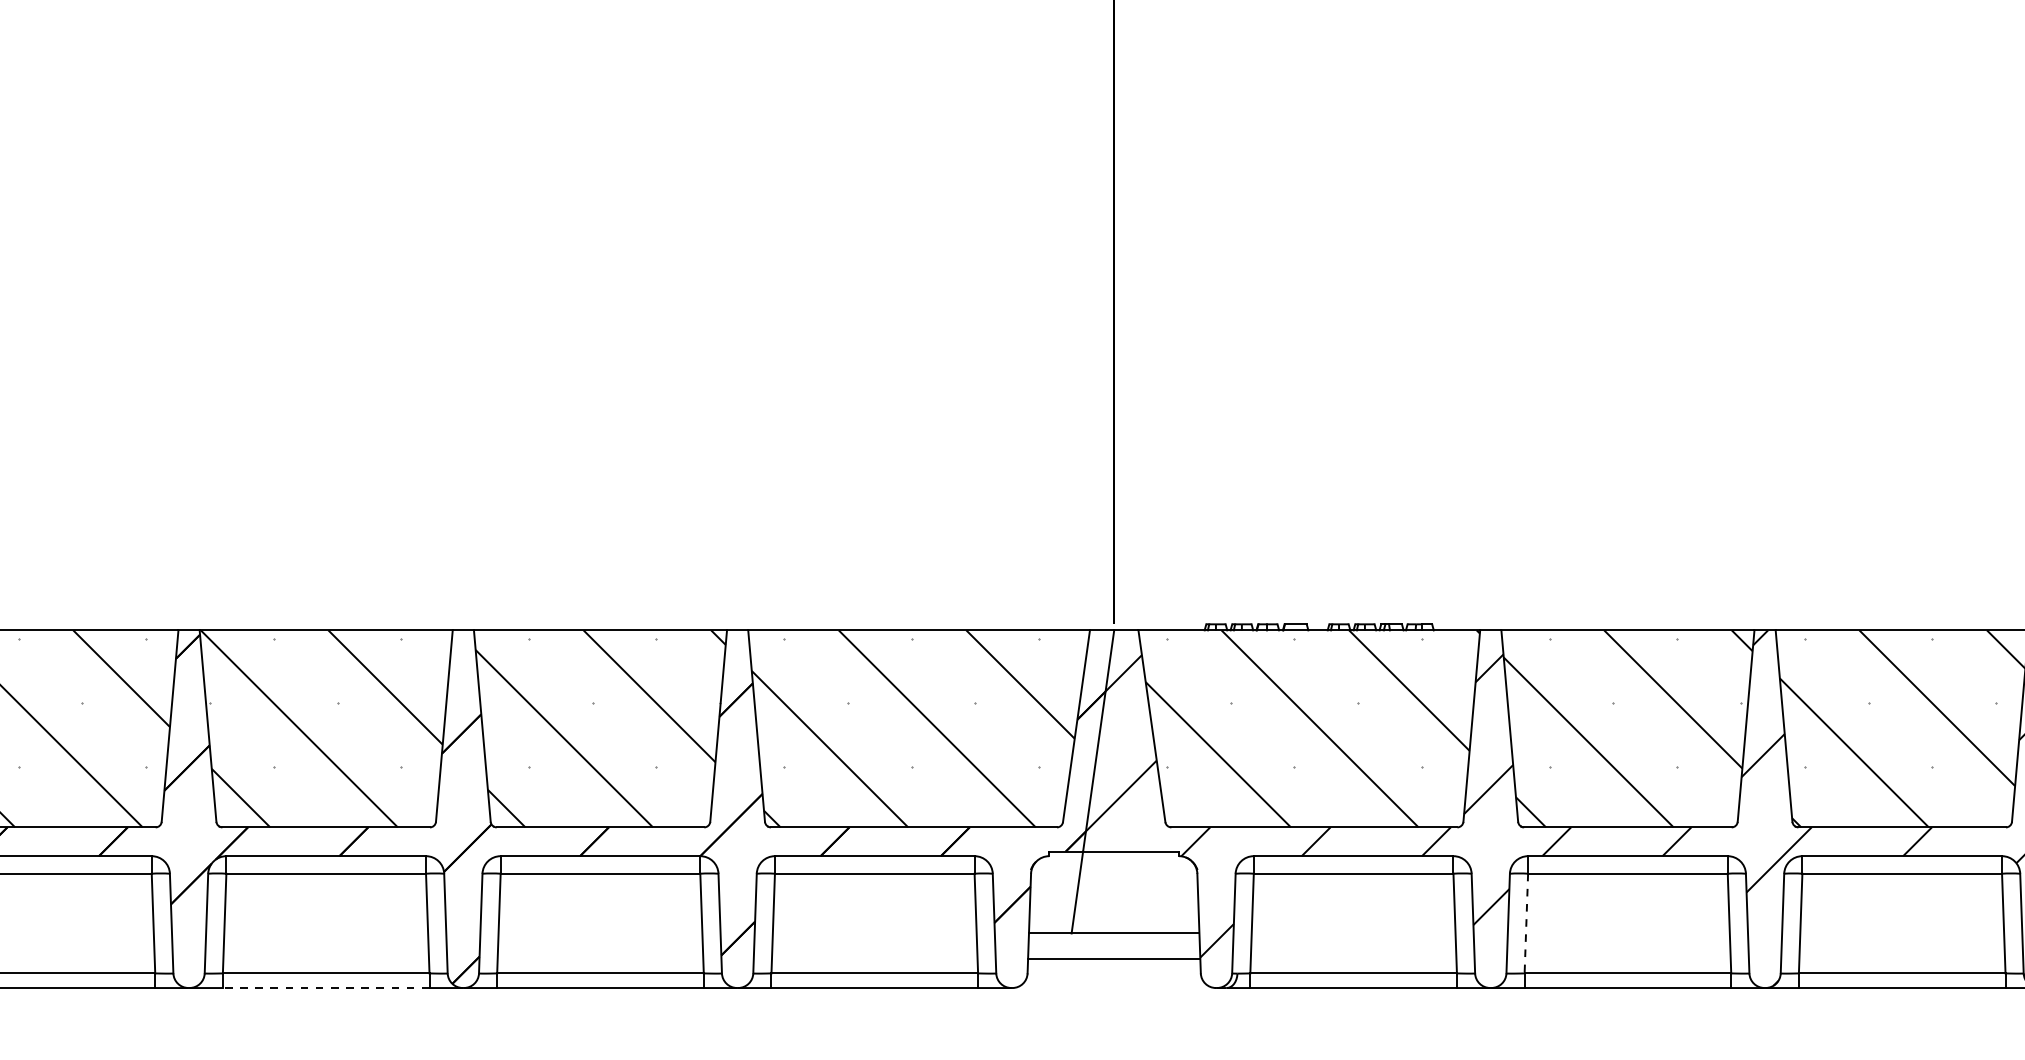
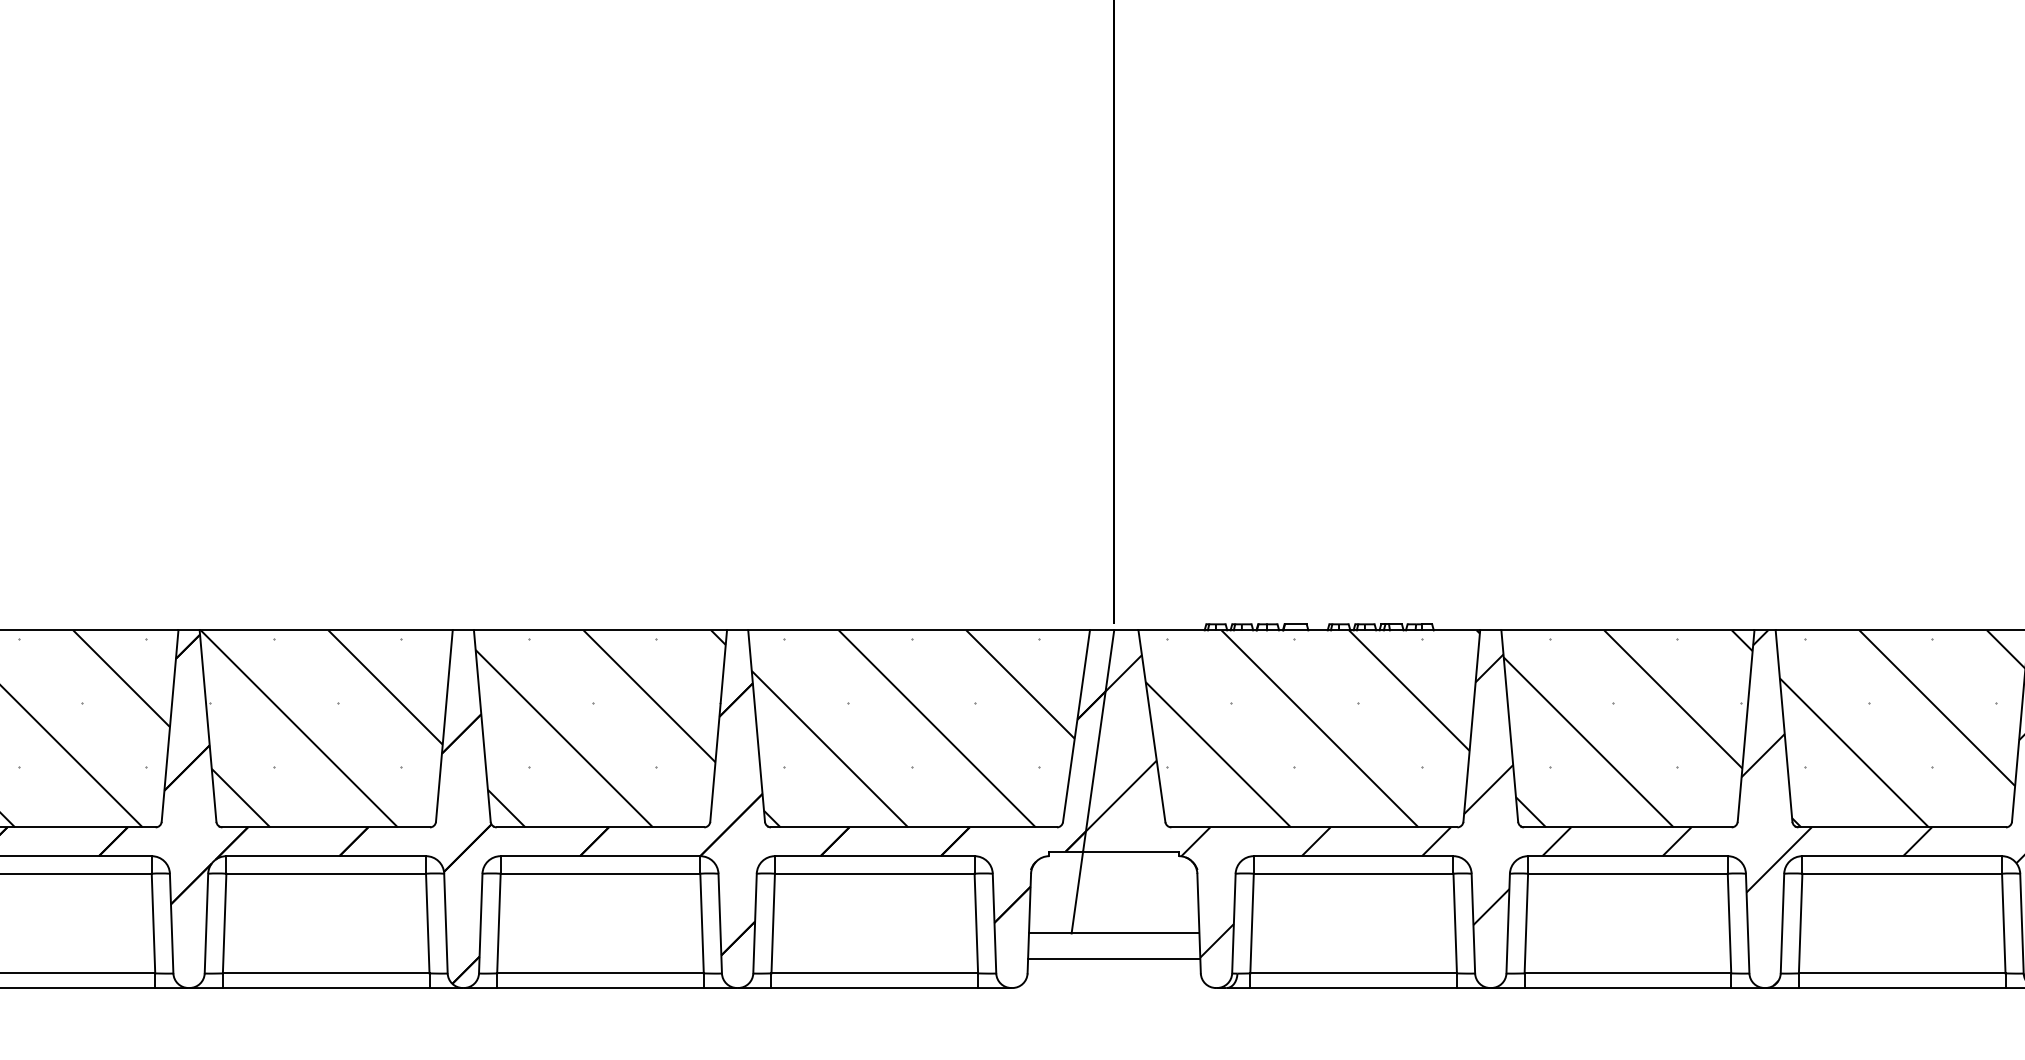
line at (1526, 923): dashed -> solid
line at (325, 988): dashed -> solid
